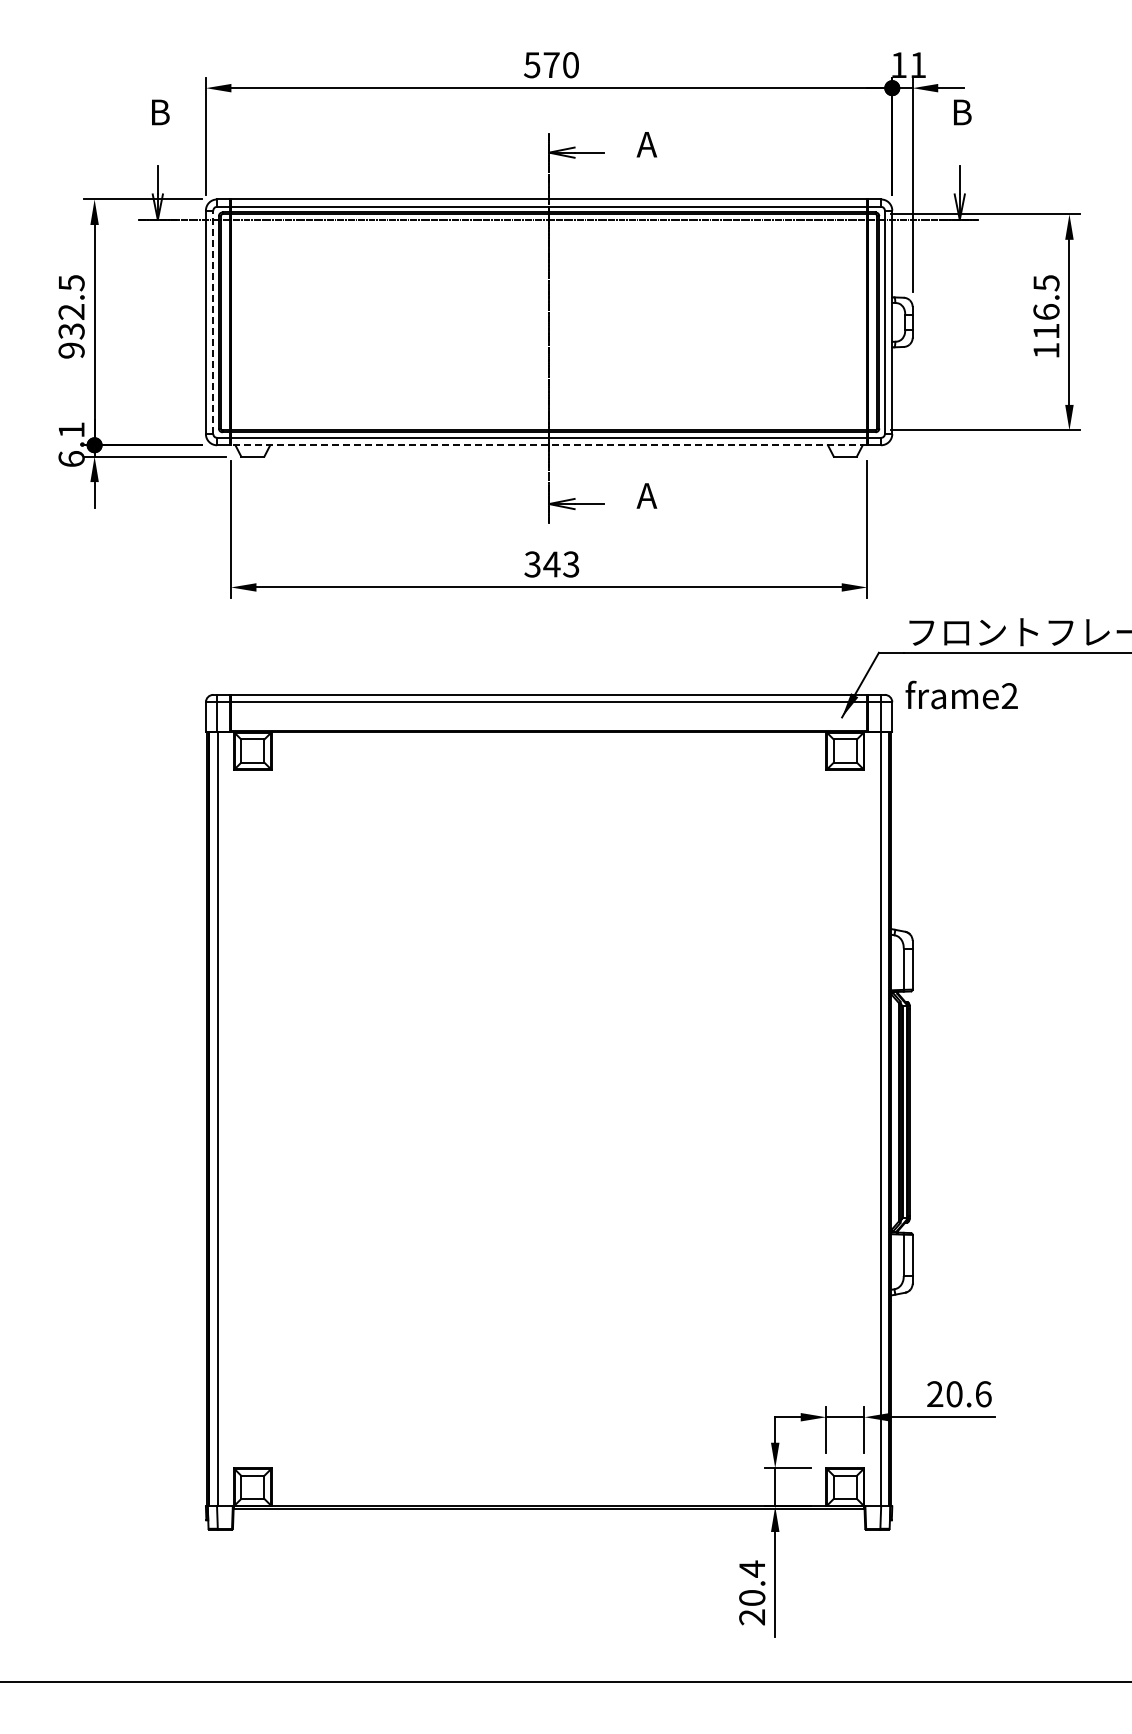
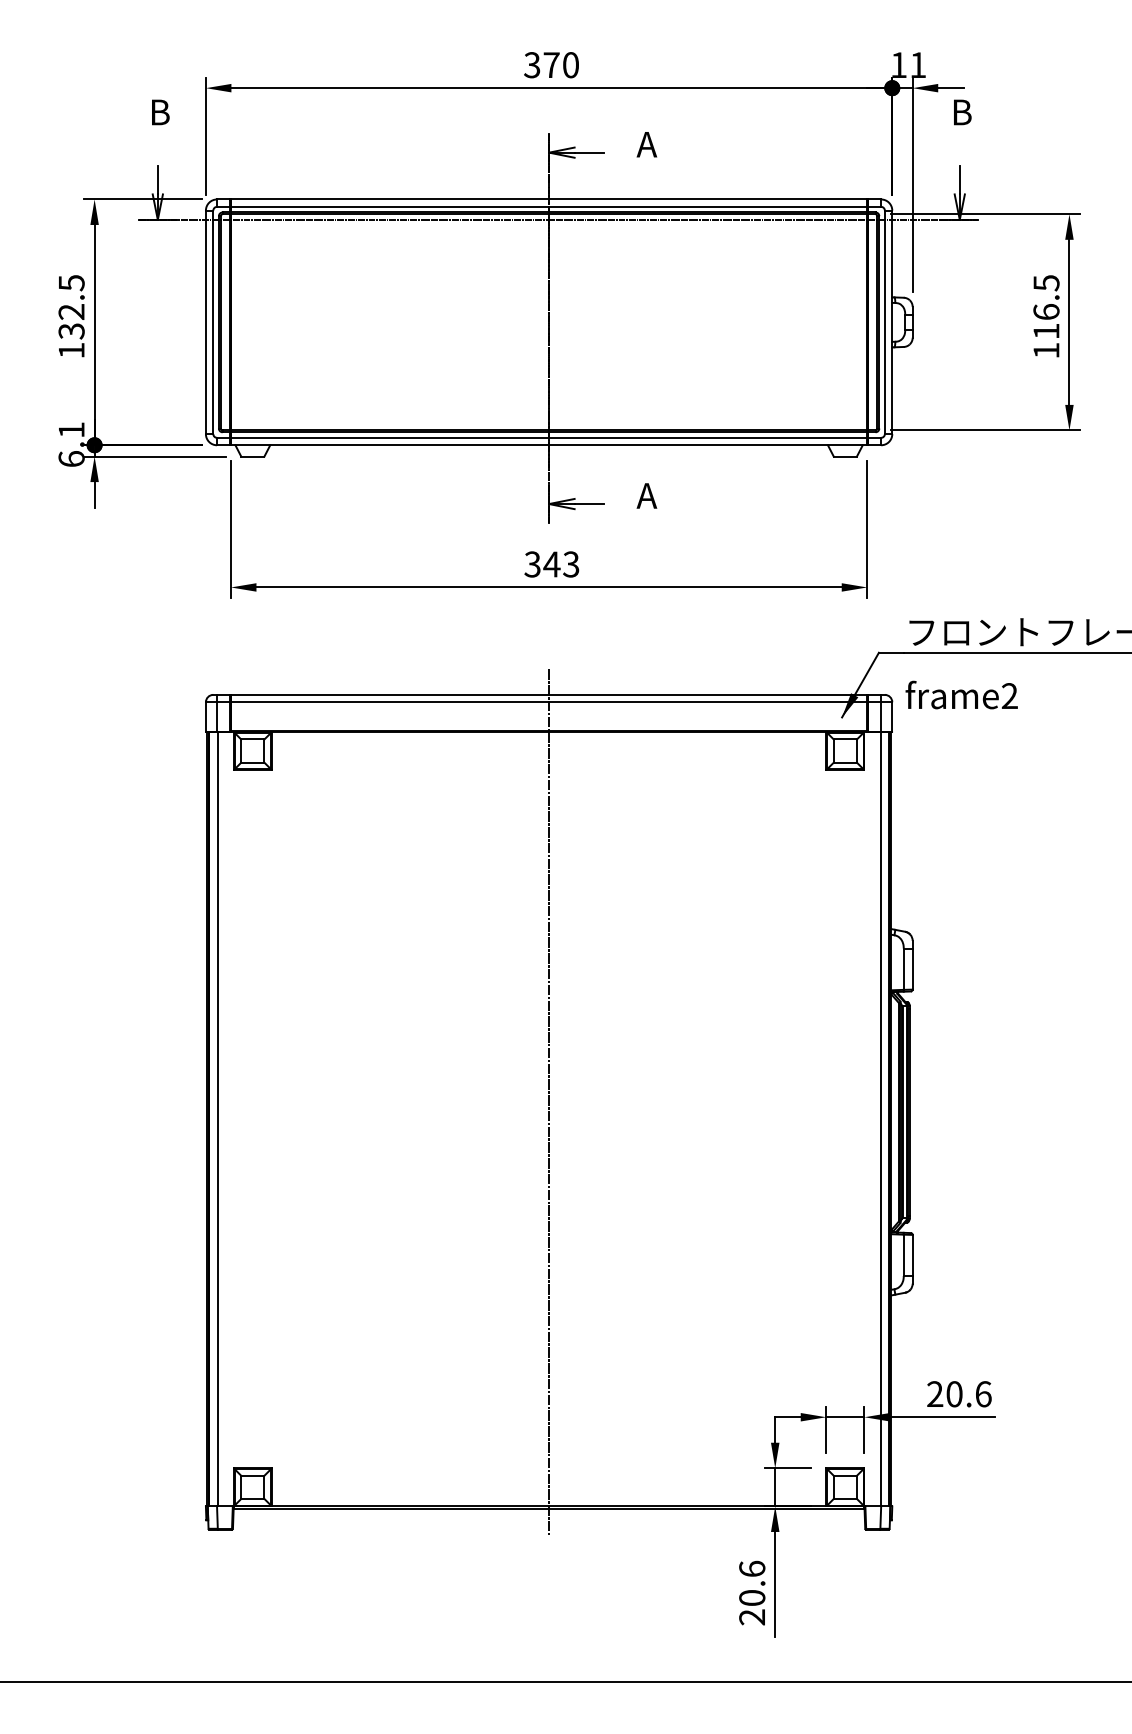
text at (532, 64): 570 -> 370
line at (213, 322): dashed -> solid
text at (71, 350): 932.5 -> 132.5
line at (548, 445): dashed -> solid
line at (549, 1101): none -> present
text at (752, 1568): 20.4 -> 20.6
